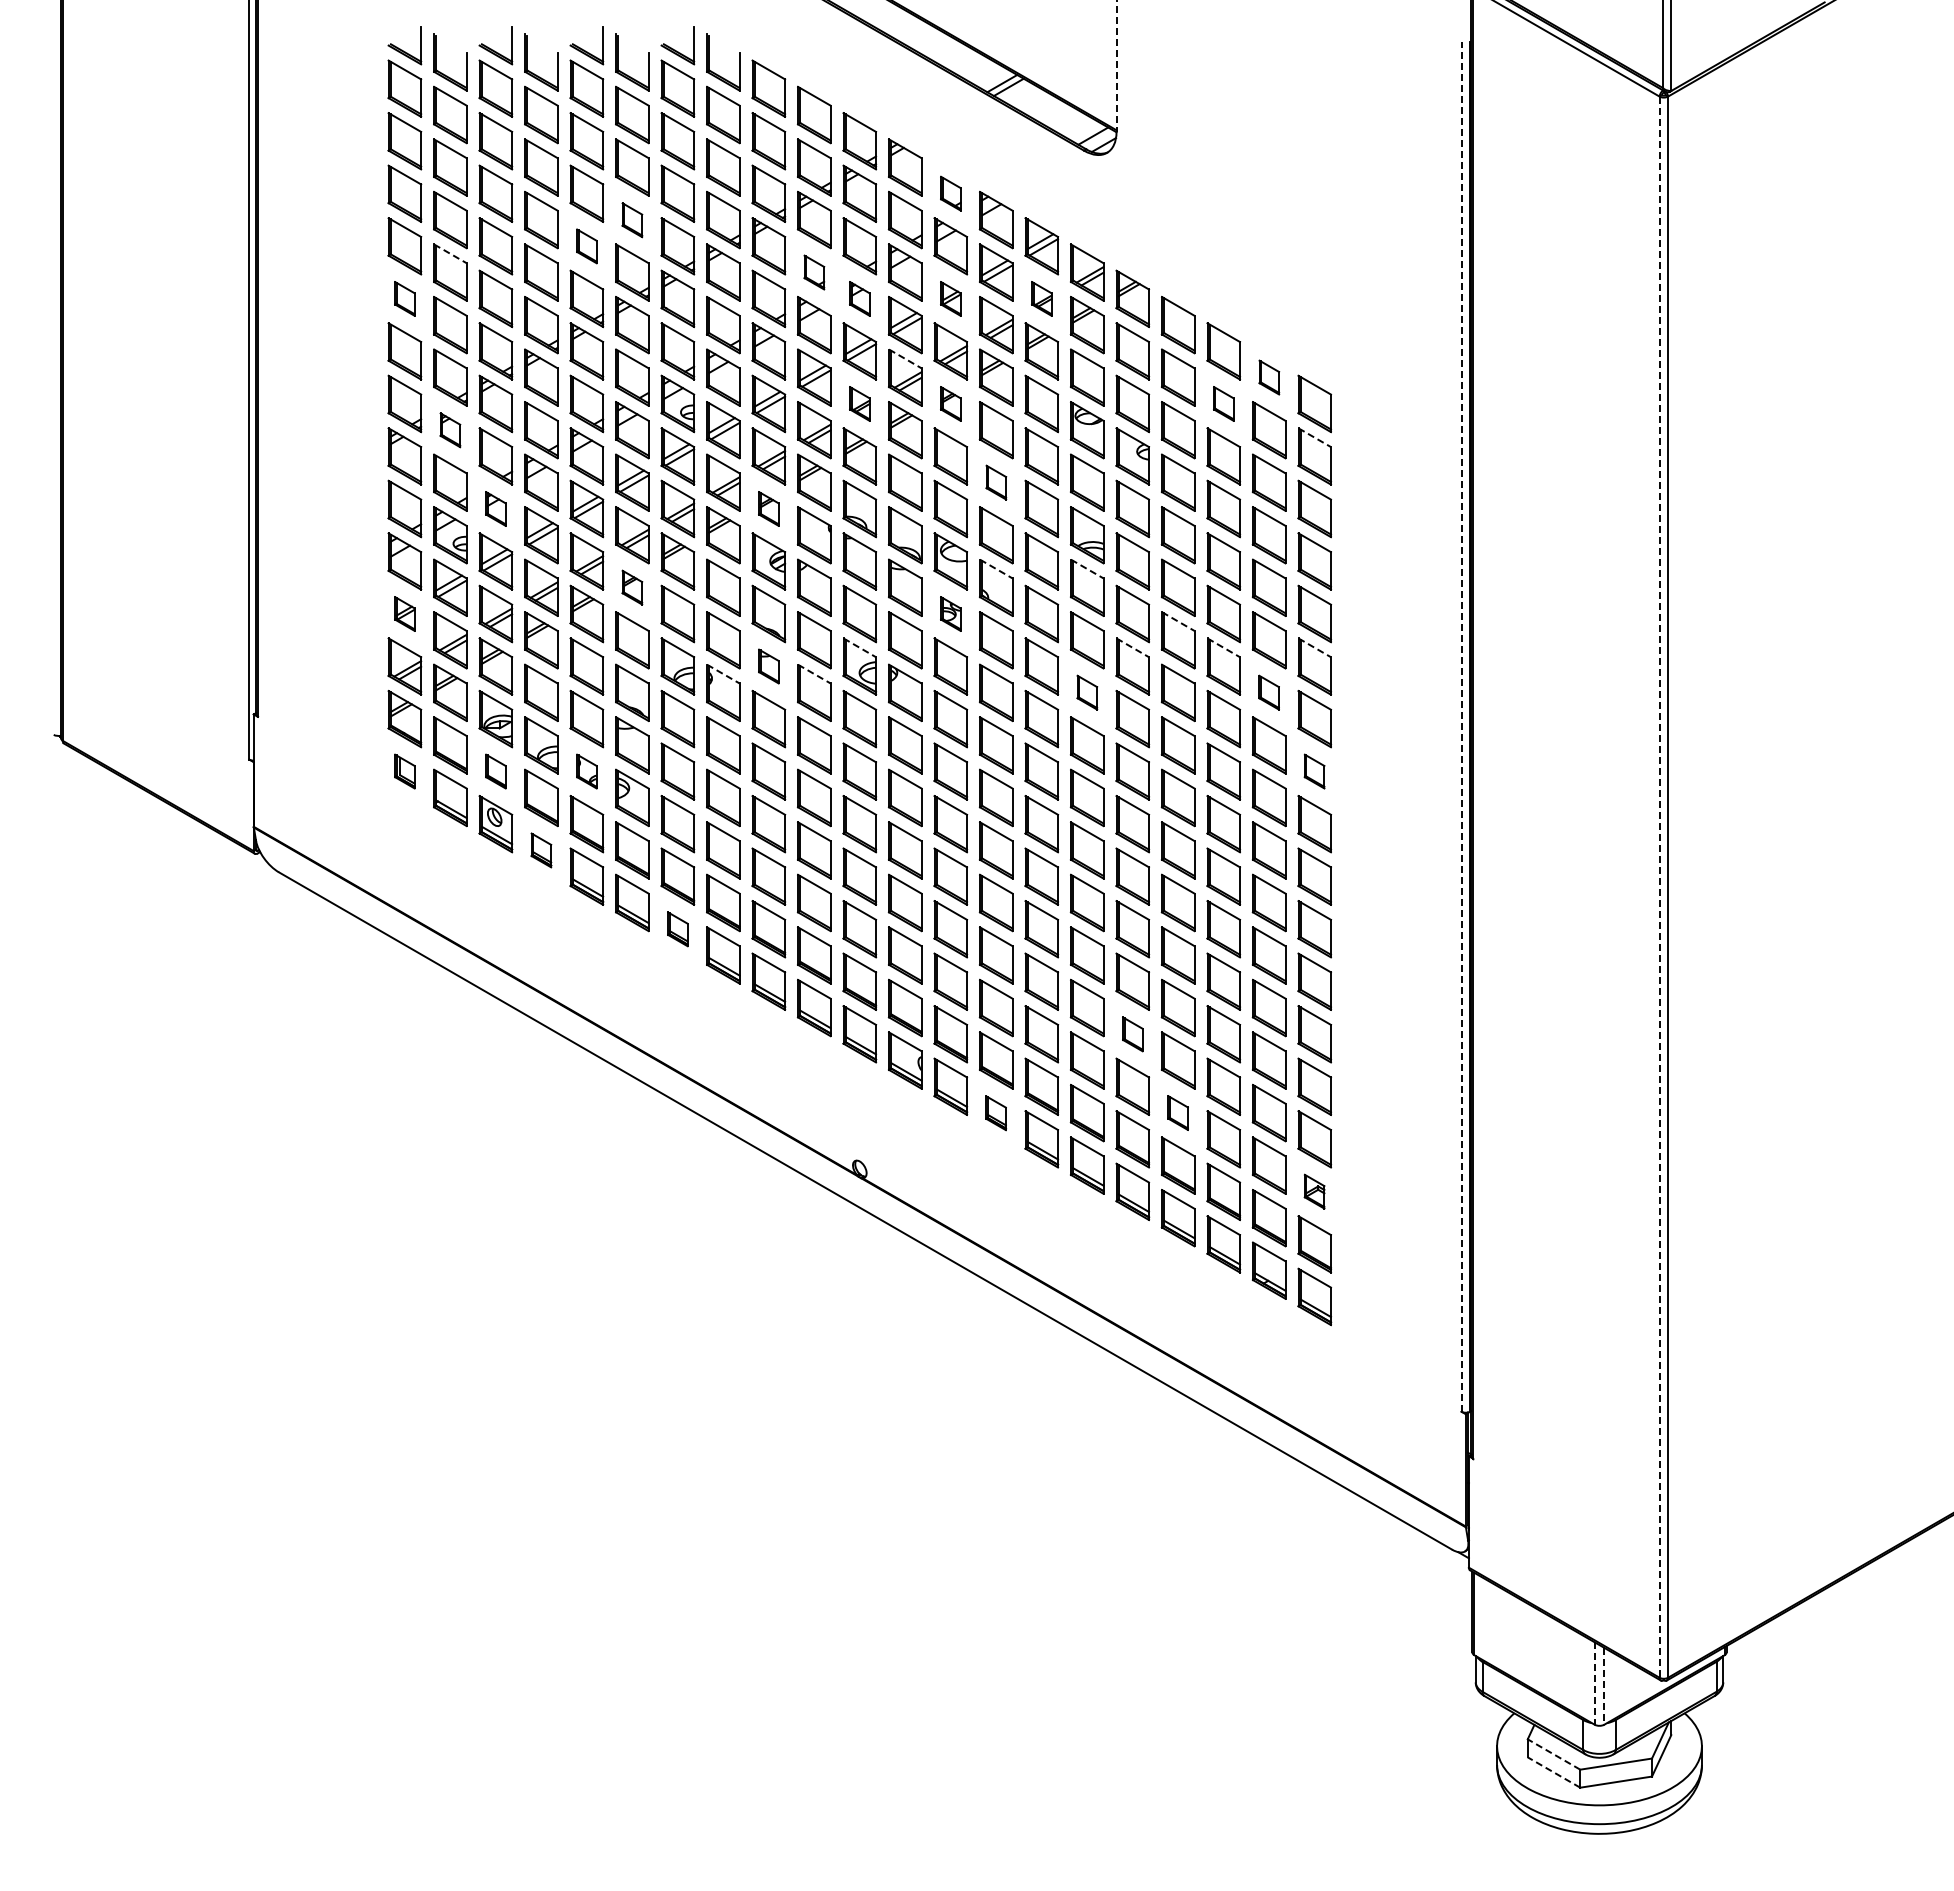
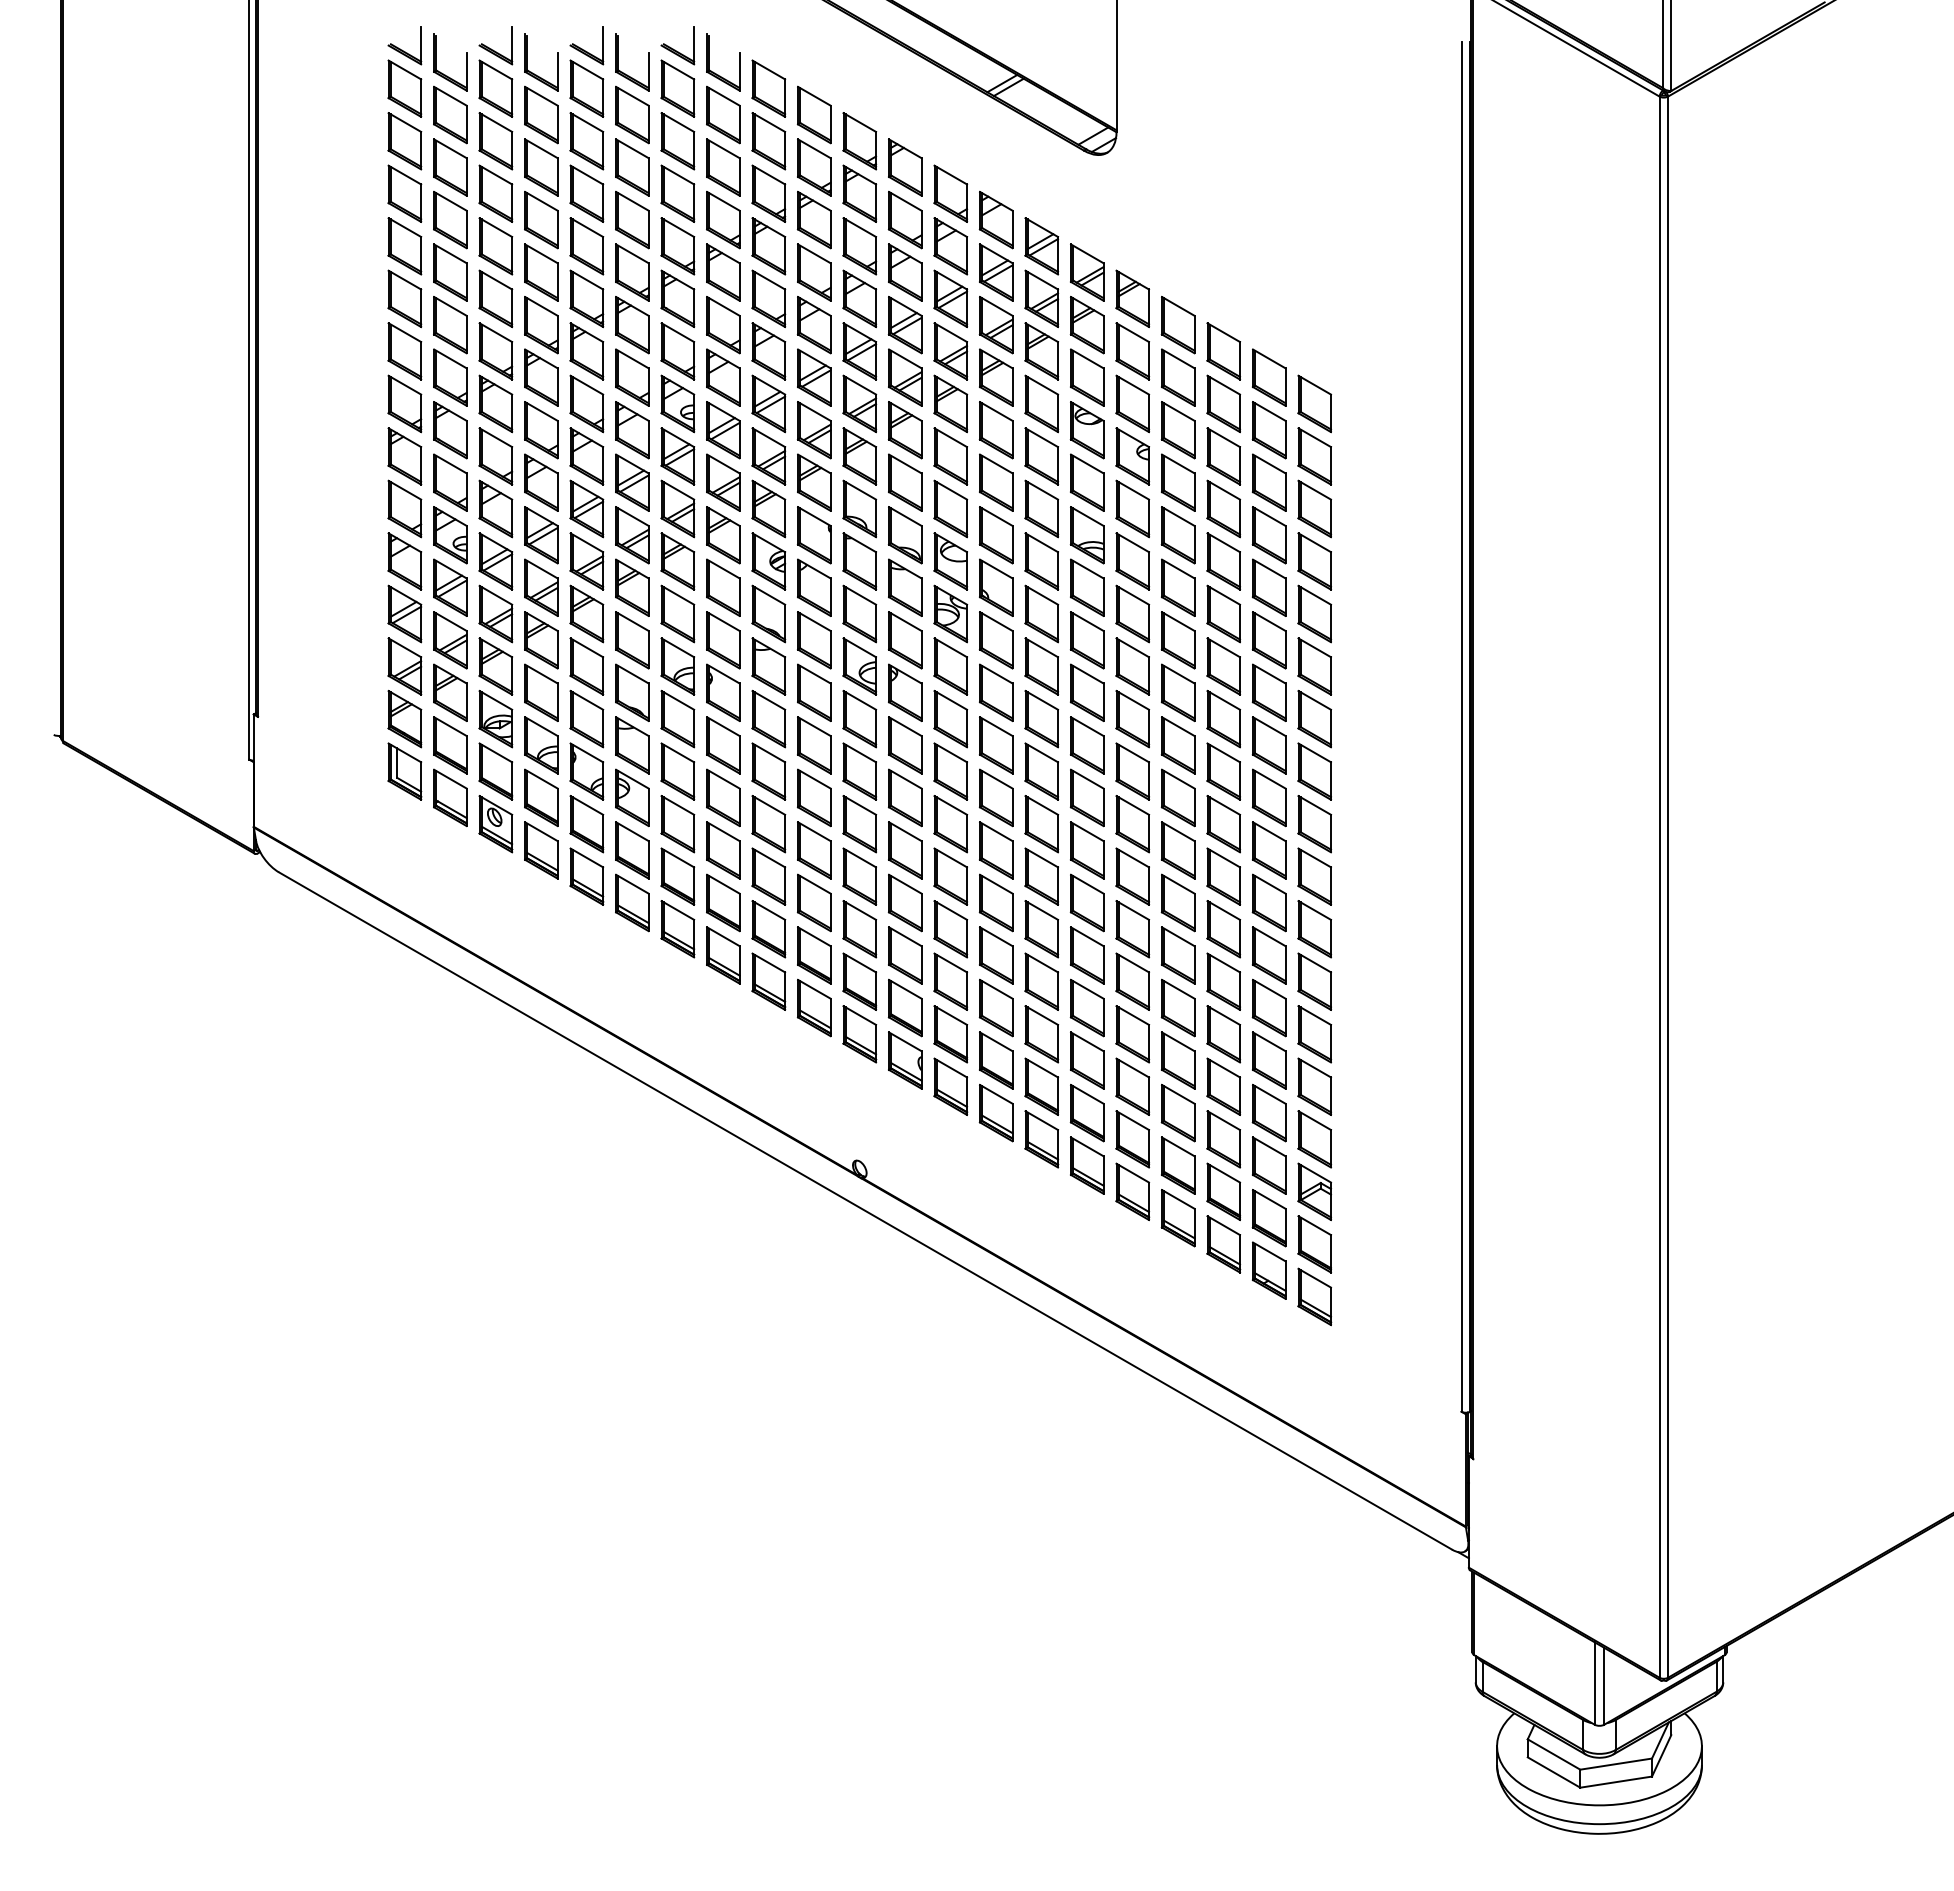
line at (1116, 66): dashed -> solid
part at (950, 193) size: 22x37 px -> 36x59 px
part at (632, 220) size: 23x37 px -> 35x59 px
part at (586, 246) size: 22x37 px -> 36x59 px
line at (450, 253): dashed -> solid
part at (814, 272) size: 23x37 px -> 35x59 px
part at (404, 298) size: 22x36 px -> 36x60 px
part at (859, 298) size: 22x36 px -> 36x60 px
part at (950, 298) size: 22x36 px -> 36x60 px
part at (1041, 298) size: 22x36 px -> 36x60 px
line at (905, 358): dashed -> solid
part at (1269, 377) size: 23x37 px -> 35x59 px
part at (859, 403) size: 22x36 px -> 36x60 px
part at (950, 403) size: 22x36 px -> 36x60 px
part at (1223, 403) size: 22x36 px -> 36x60 px
part at (450, 430) size: 23x37 px -> 35x59 px
line at (1314, 437): dashed -> solid
part at (996, 482) size: 23x37 px -> 35x59 px
part at (495, 508) size: 22x36 px -> 36x60 px
part at (768, 508) size: 22x36 px -> 36x60 px
line at (996, 569): dashed -> solid
line at (1087, 569): dashed -> solid
part at (632, 587) size: 23x37 px -> 35x59 px
part at (404, 613) size: 22x36 px -> 36x60 px
part at (950, 613) size: 22x36 px -> 36x60 px
line at (1178, 621): dashed -> solid
line at (859, 647): dashed -> solid
line at (1132, 647): dashed -> solid
line at (1223, 647): dashed -> solid
line at (1314, 647): dashed -> solid
part at (768, 666) size: 22x37 px -> 36x59 px
line at (723, 674): dashed -> solid
line at (814, 674): dashed -> solid
part at (1087, 692) size: 23x37 px -> 35x59 px
part at (1268, 692) size: 22x37 px -> 36x59 px
line at (1461, 726): dashed -> solid
part at (404, 771) size: 22x37 px -> 36x59 px
part at (495, 771) size: 22x37 px -> 36x59 px
part at (586, 771) size: 22x37 px -> 36x59 px
part at (1314, 771) size: 23x37 px -> 35x59 px
part at (541, 850) size: 23x37 px -> 35x59 px
line at (1659, 887): dashed -> solid
part at (677, 929) size: 22x37 px -> 36x59 px
part at (1132, 1034) size: 22x37 px -> 36x59 px
part at (1177, 1112) size: 22x36 px -> 36x60 px
part at (996, 1113) size: 23x37 px -> 36x59 px
part at (1314, 1191) size: 23x37 px -> 35x59 px
line at (1594, 1683): dashed -> solid
line at (1604, 1686): dashed -> solid
line at (1553, 1754): dashed -> solid
line at (1553, 1772): dashed -> solid
